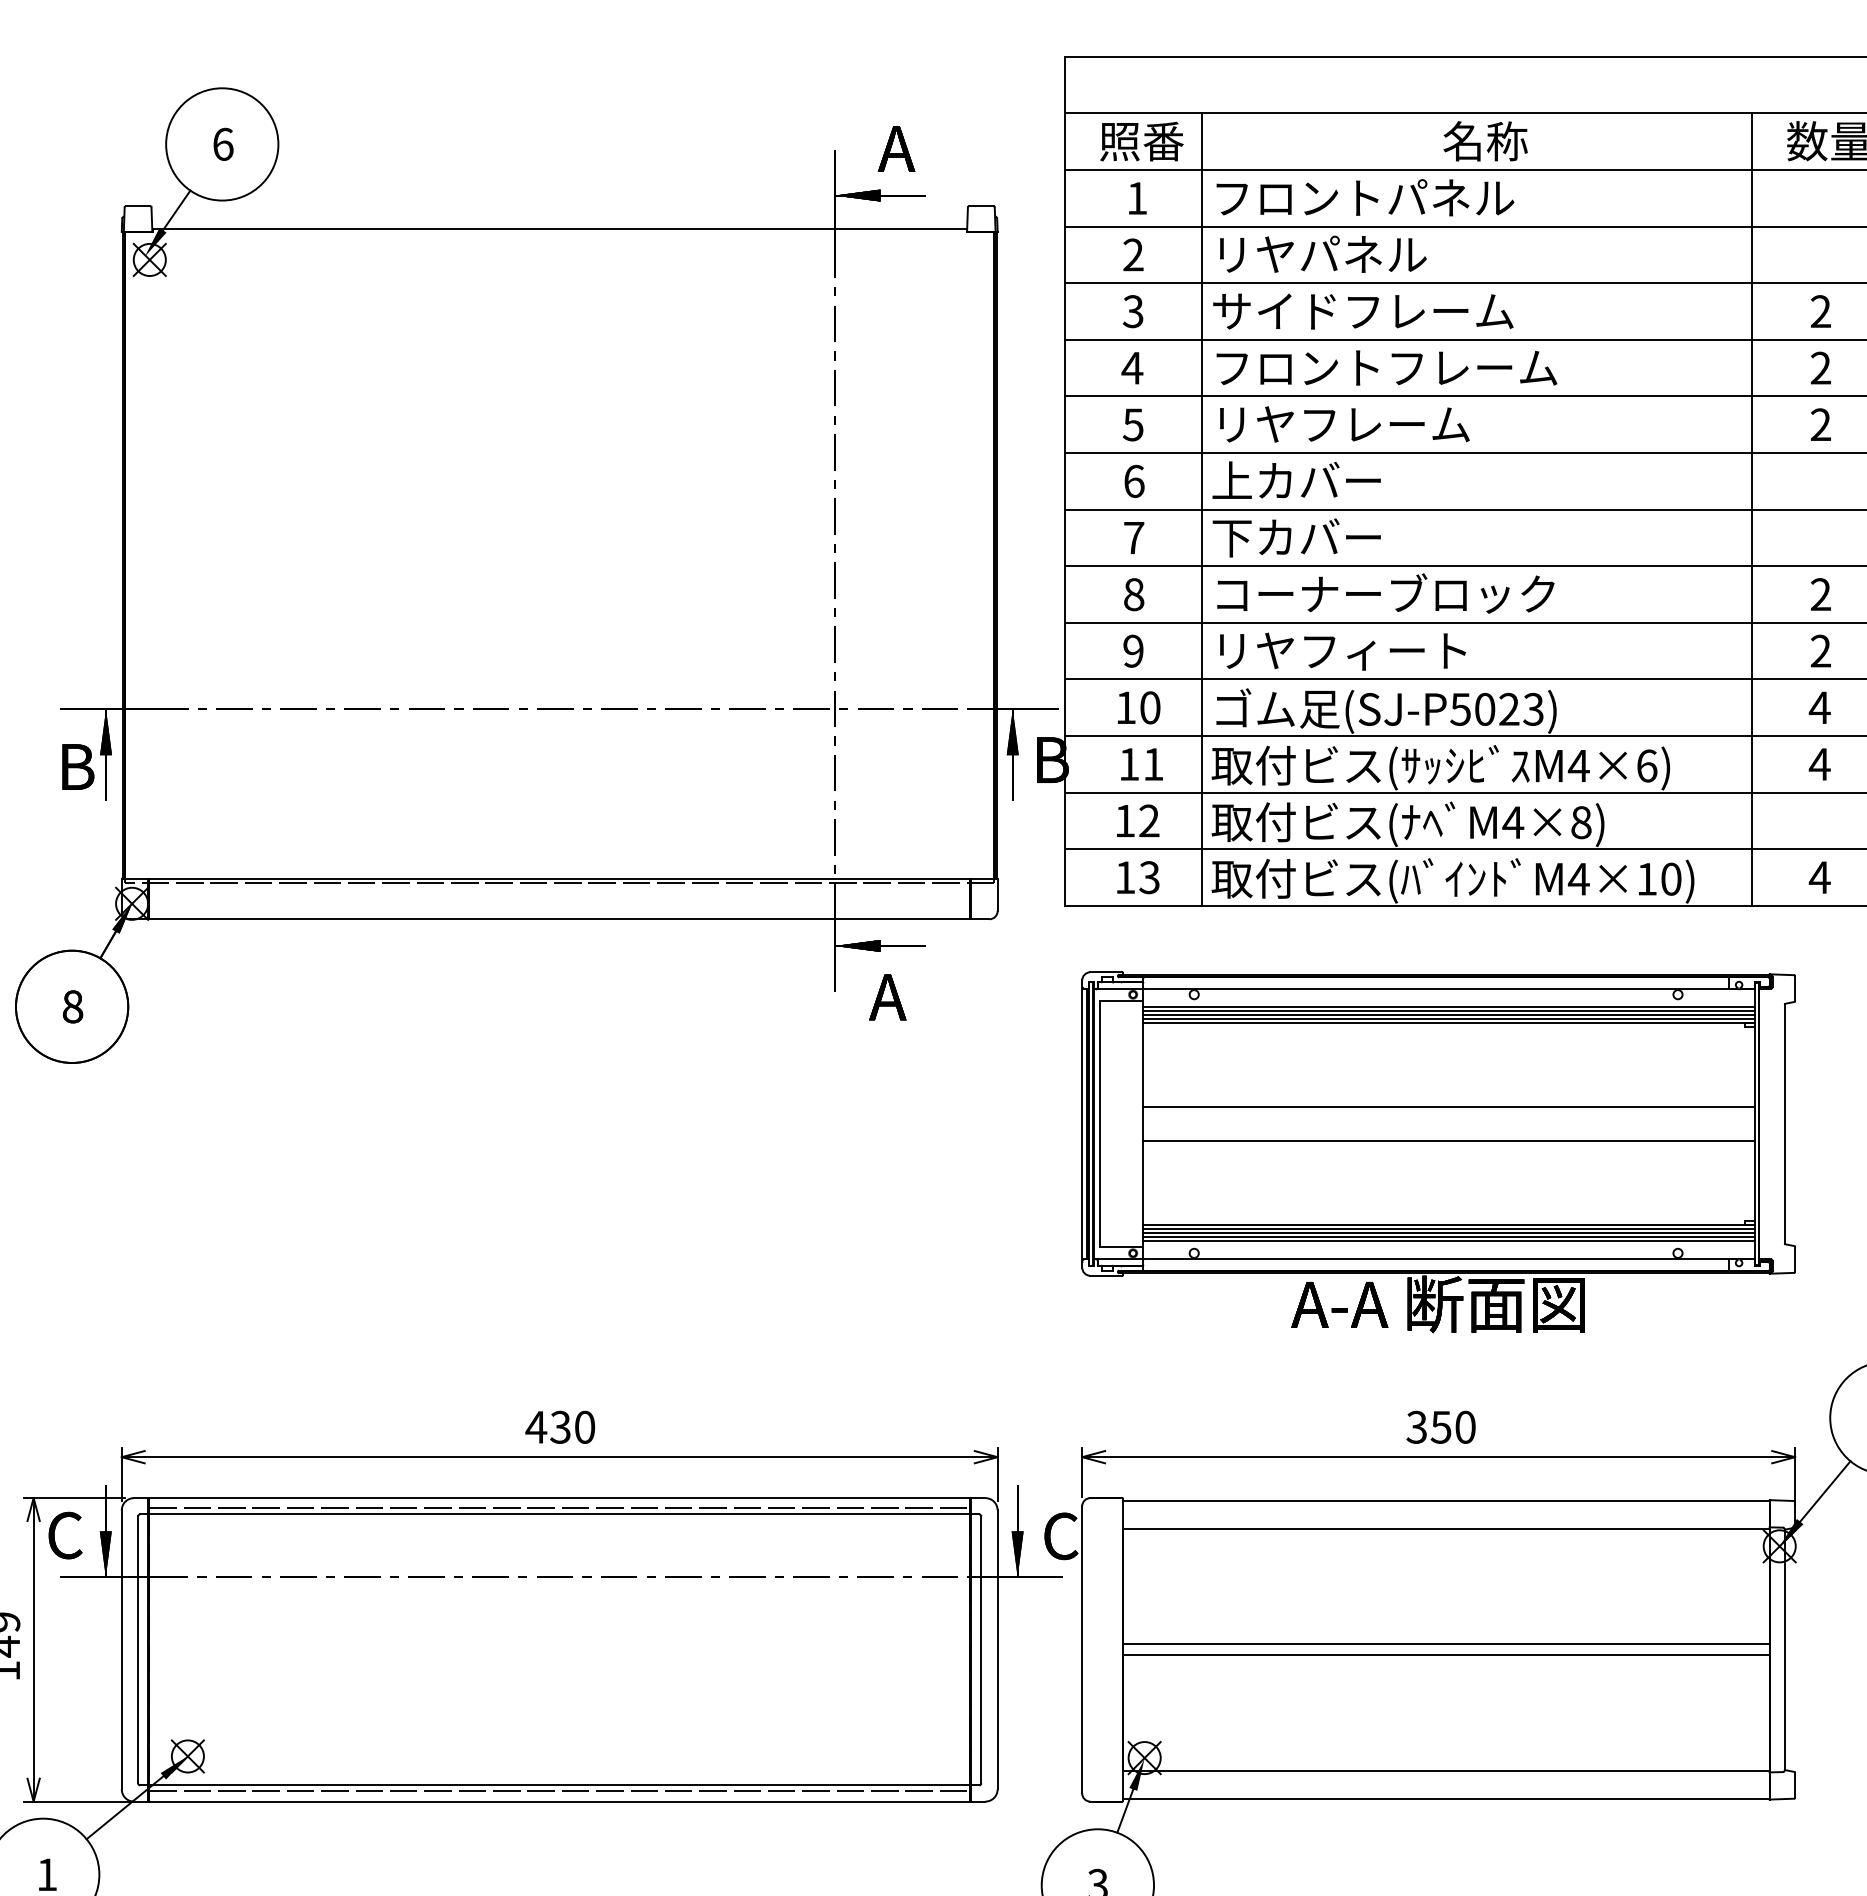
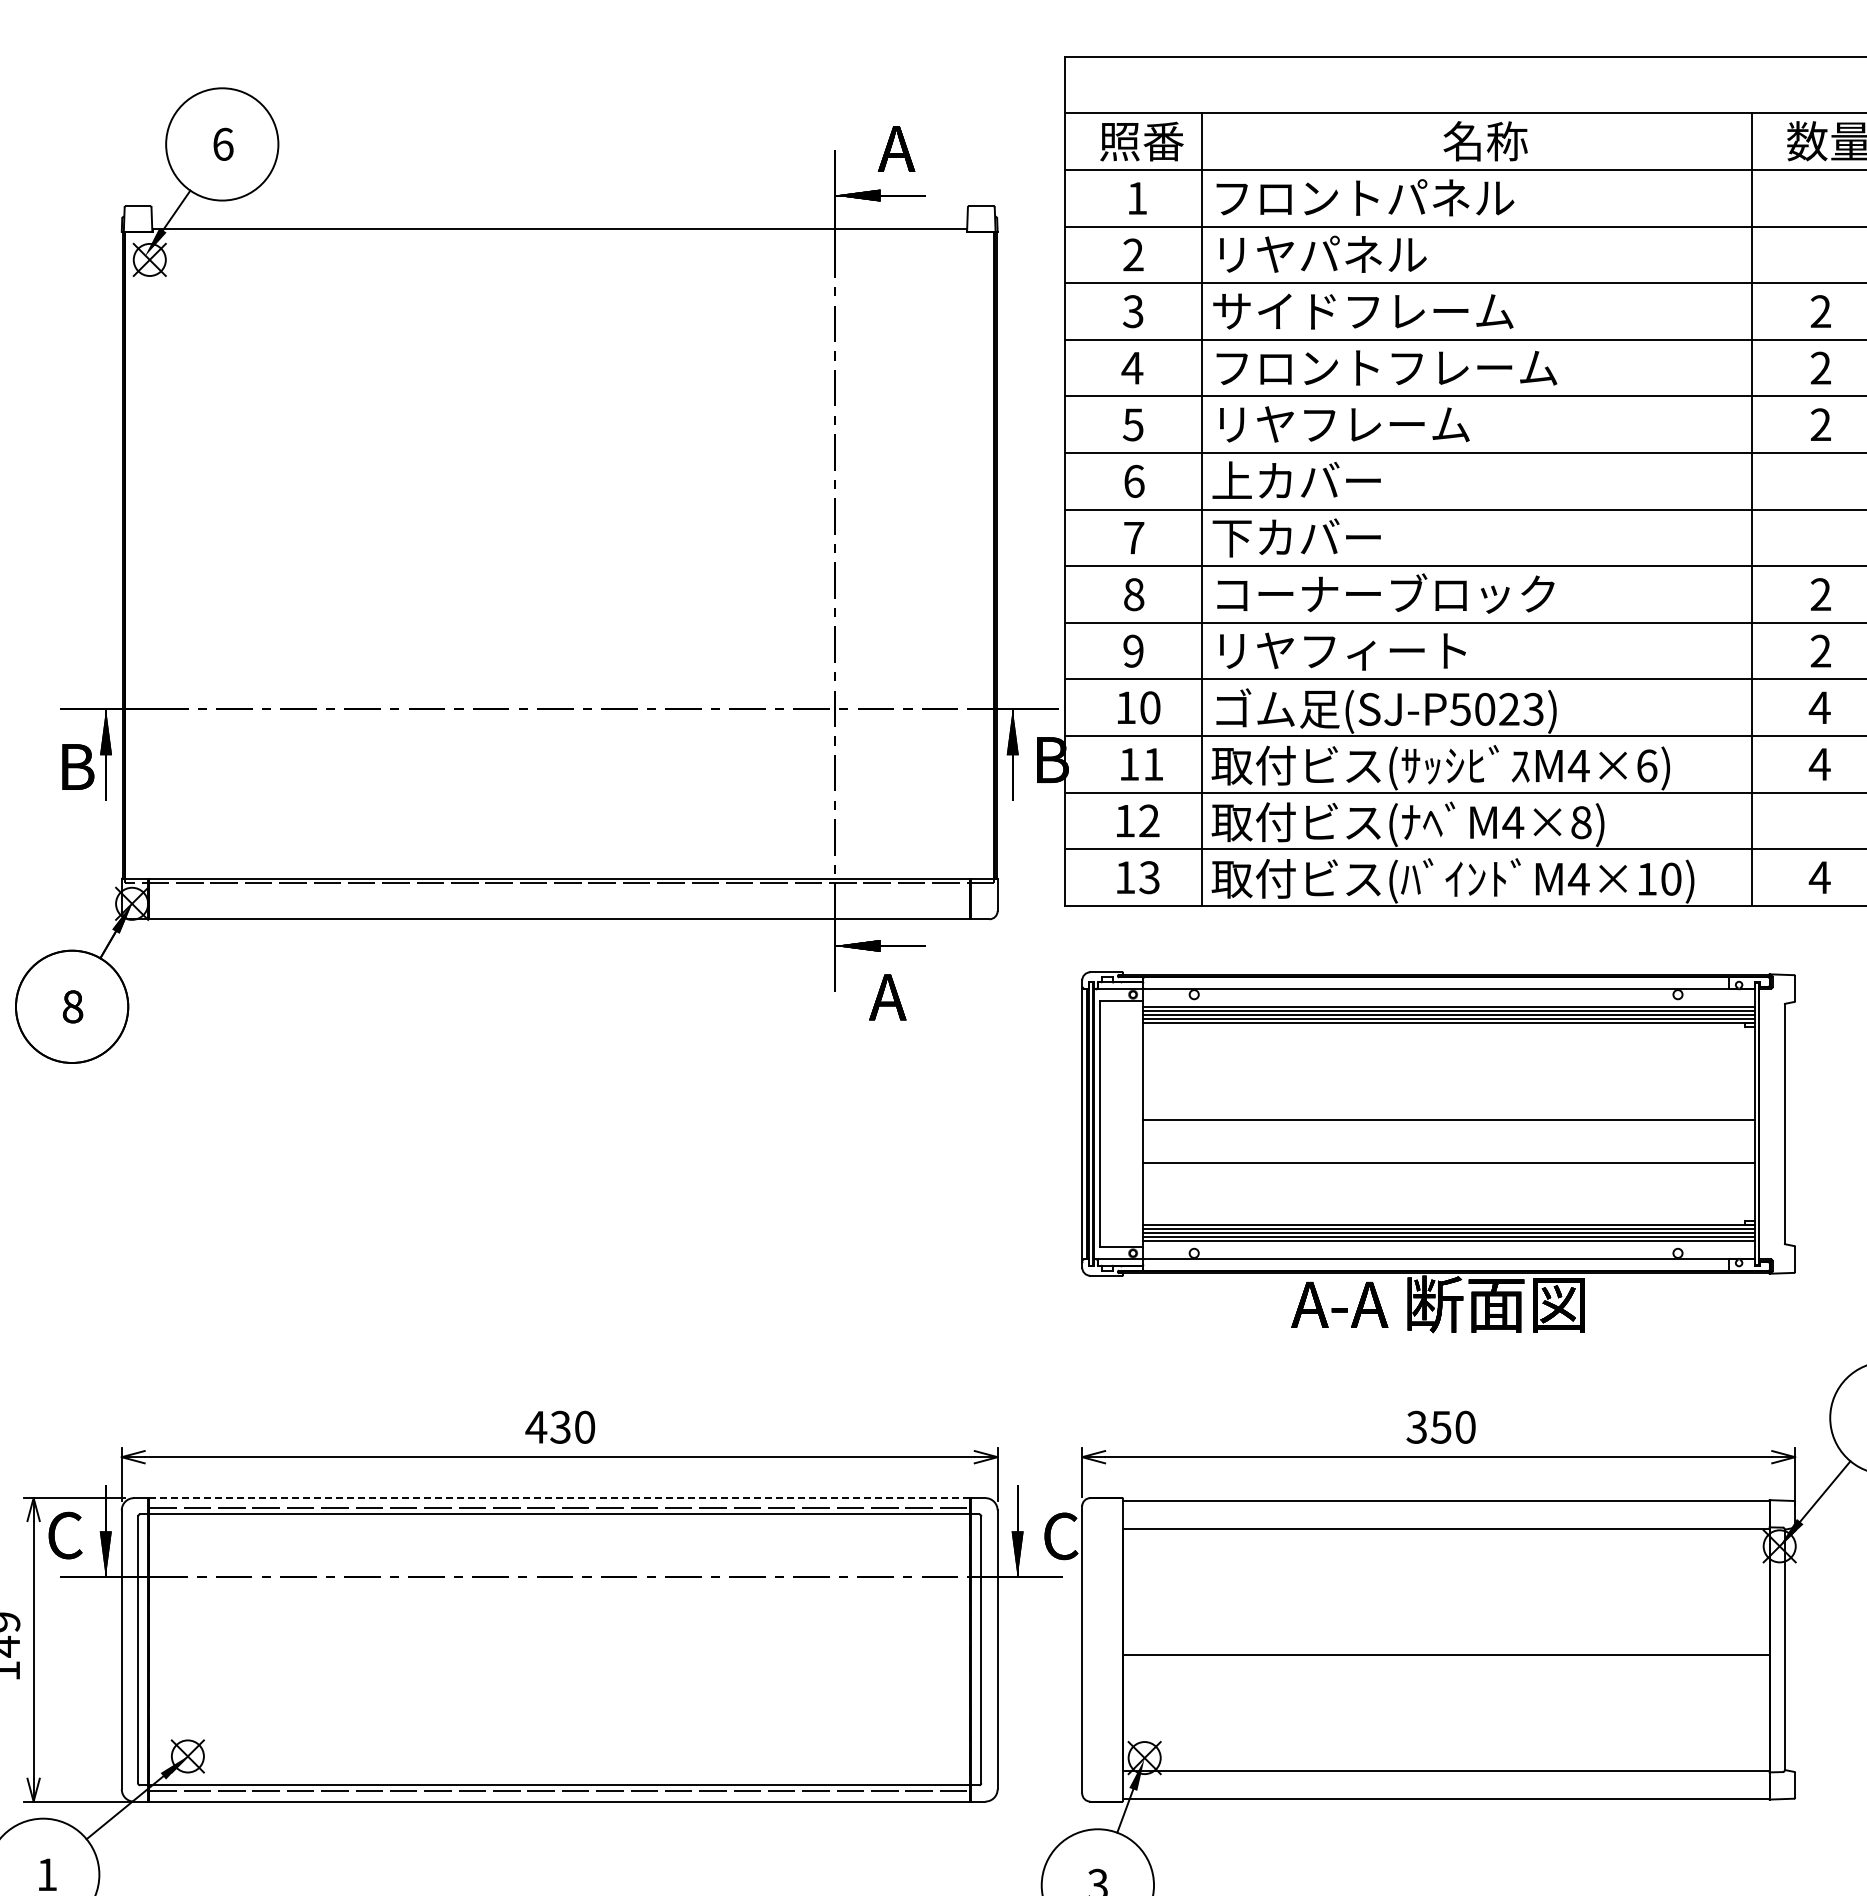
line at (1449, 1106) position: (1449, 1106) -> (1449, 1119)
line at (1449, 1141) position: (1449, 1141) -> (1449, 1163)
line at (559, 1498): solid -> dashed
line at (1445, 1644): present -> none
